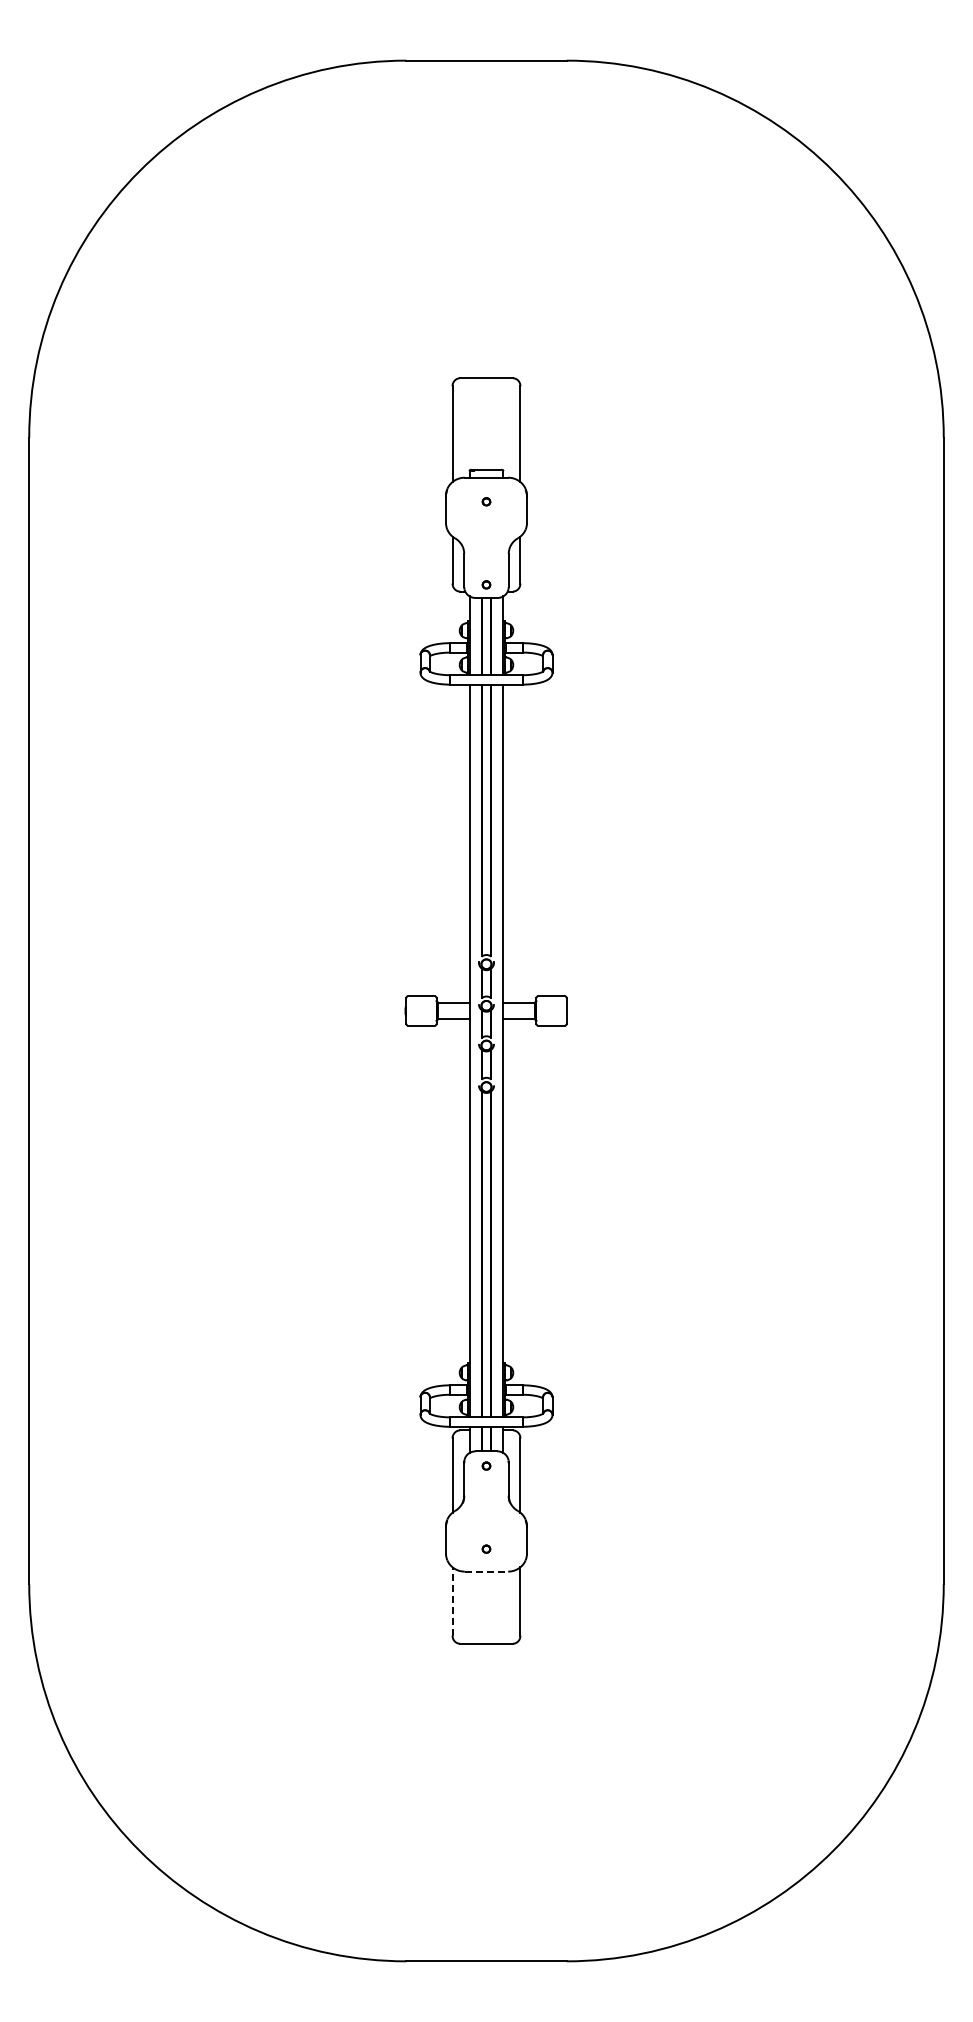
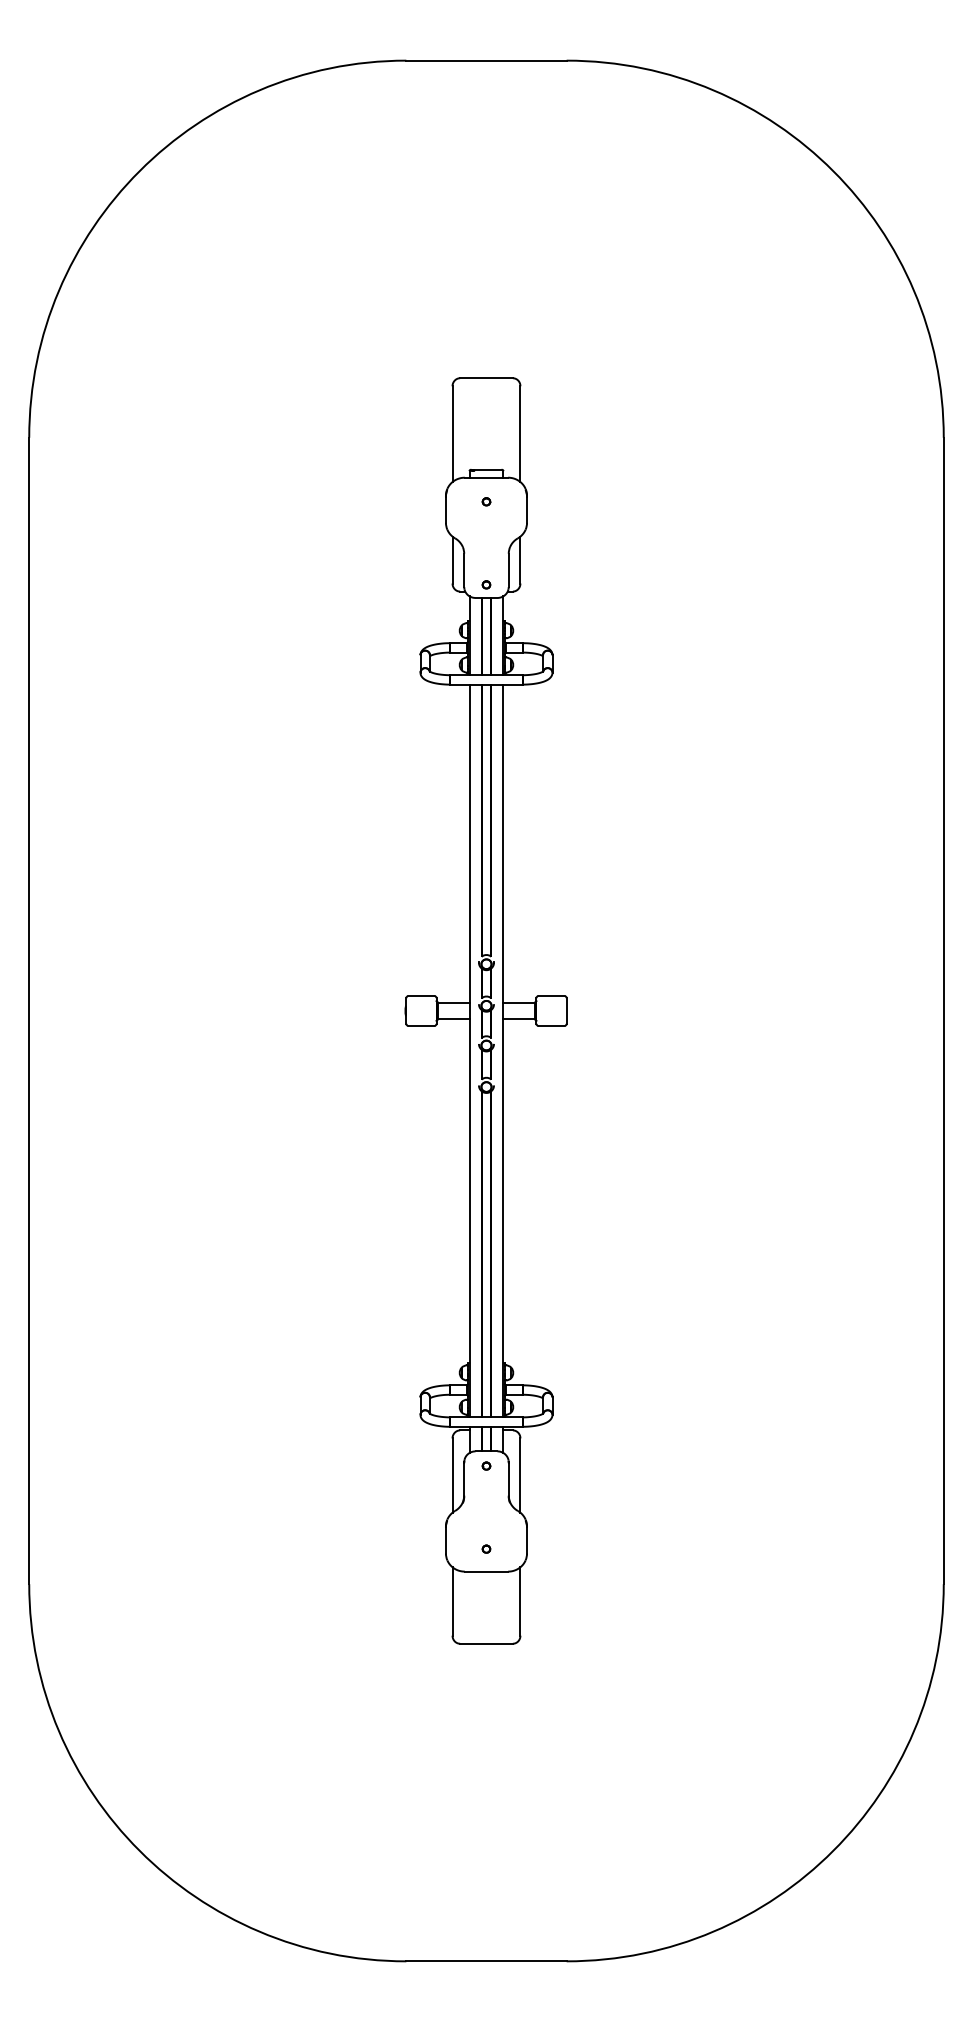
line at (486, 1571): dashed -> solid
line at (452, 1600): dashed -> solid
